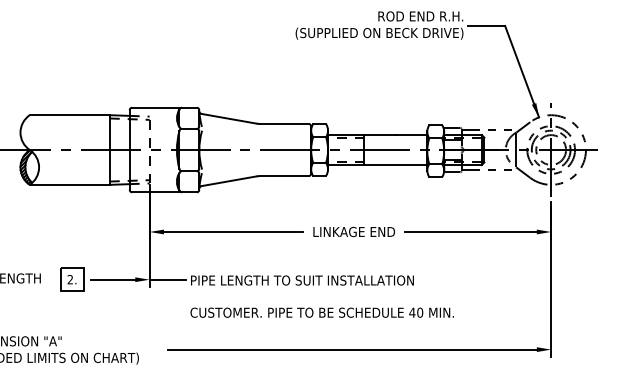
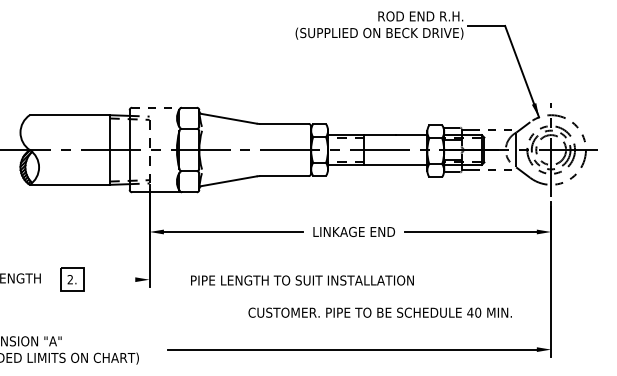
line at (157, 107): solid -> dashed
line at (112, 279): present -> none
line at (167, 279): present -> none
text at (321, 312) position: (321, 312) -> (379, 312)
